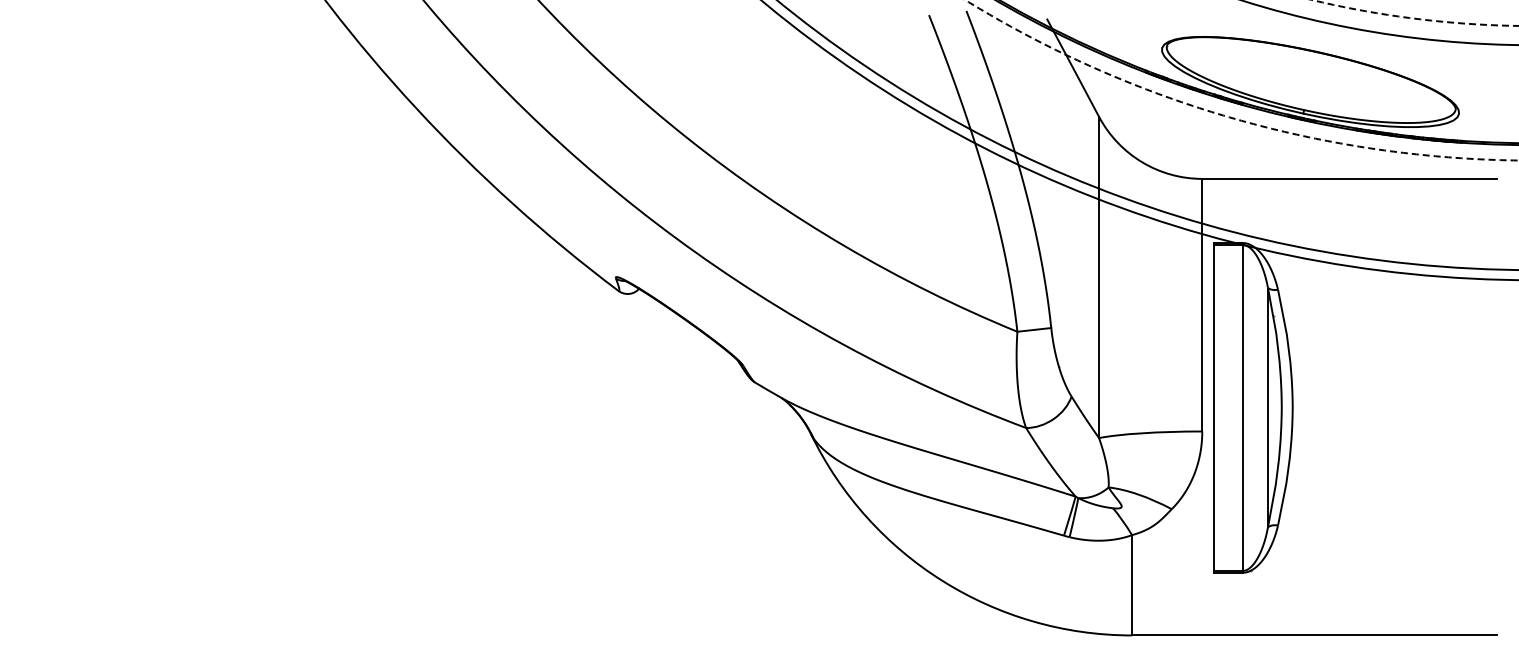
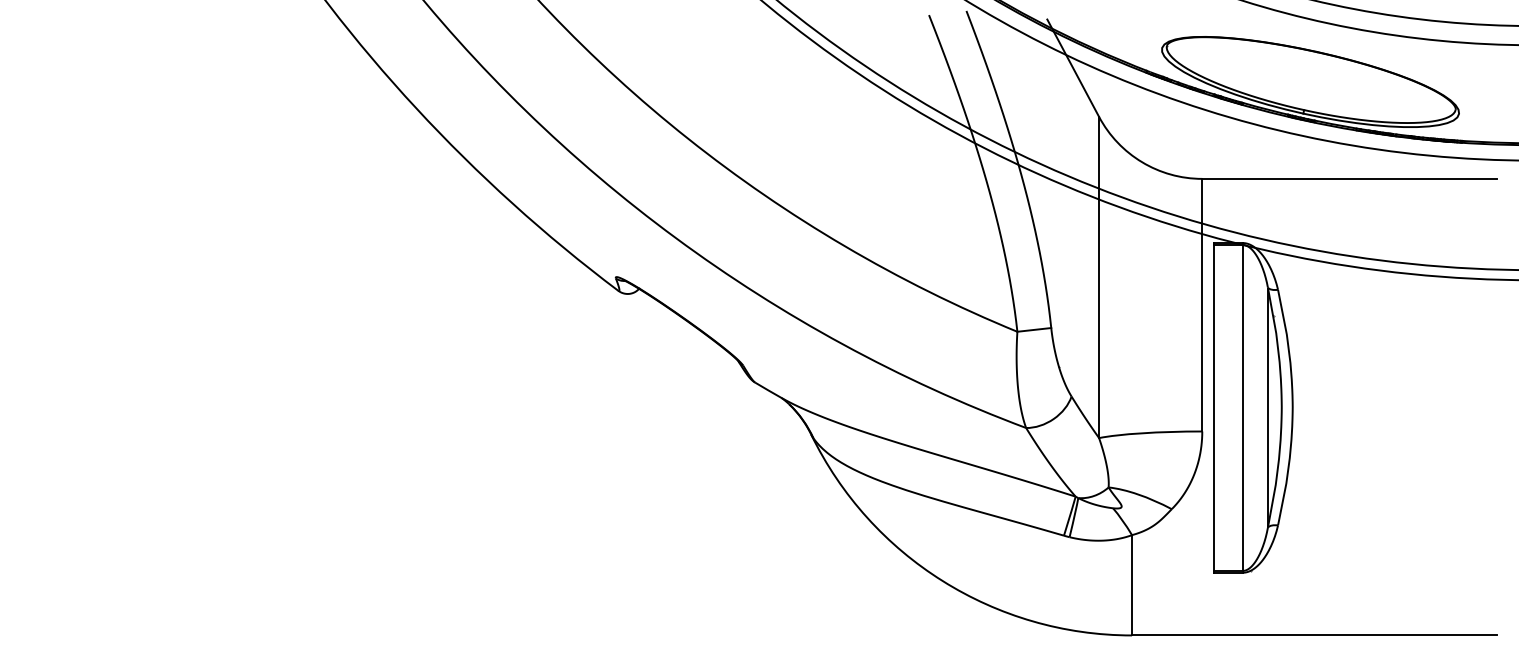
arc at (1414, 18): dashed -> solid
arc at (1231, 117): dashed -> solid
